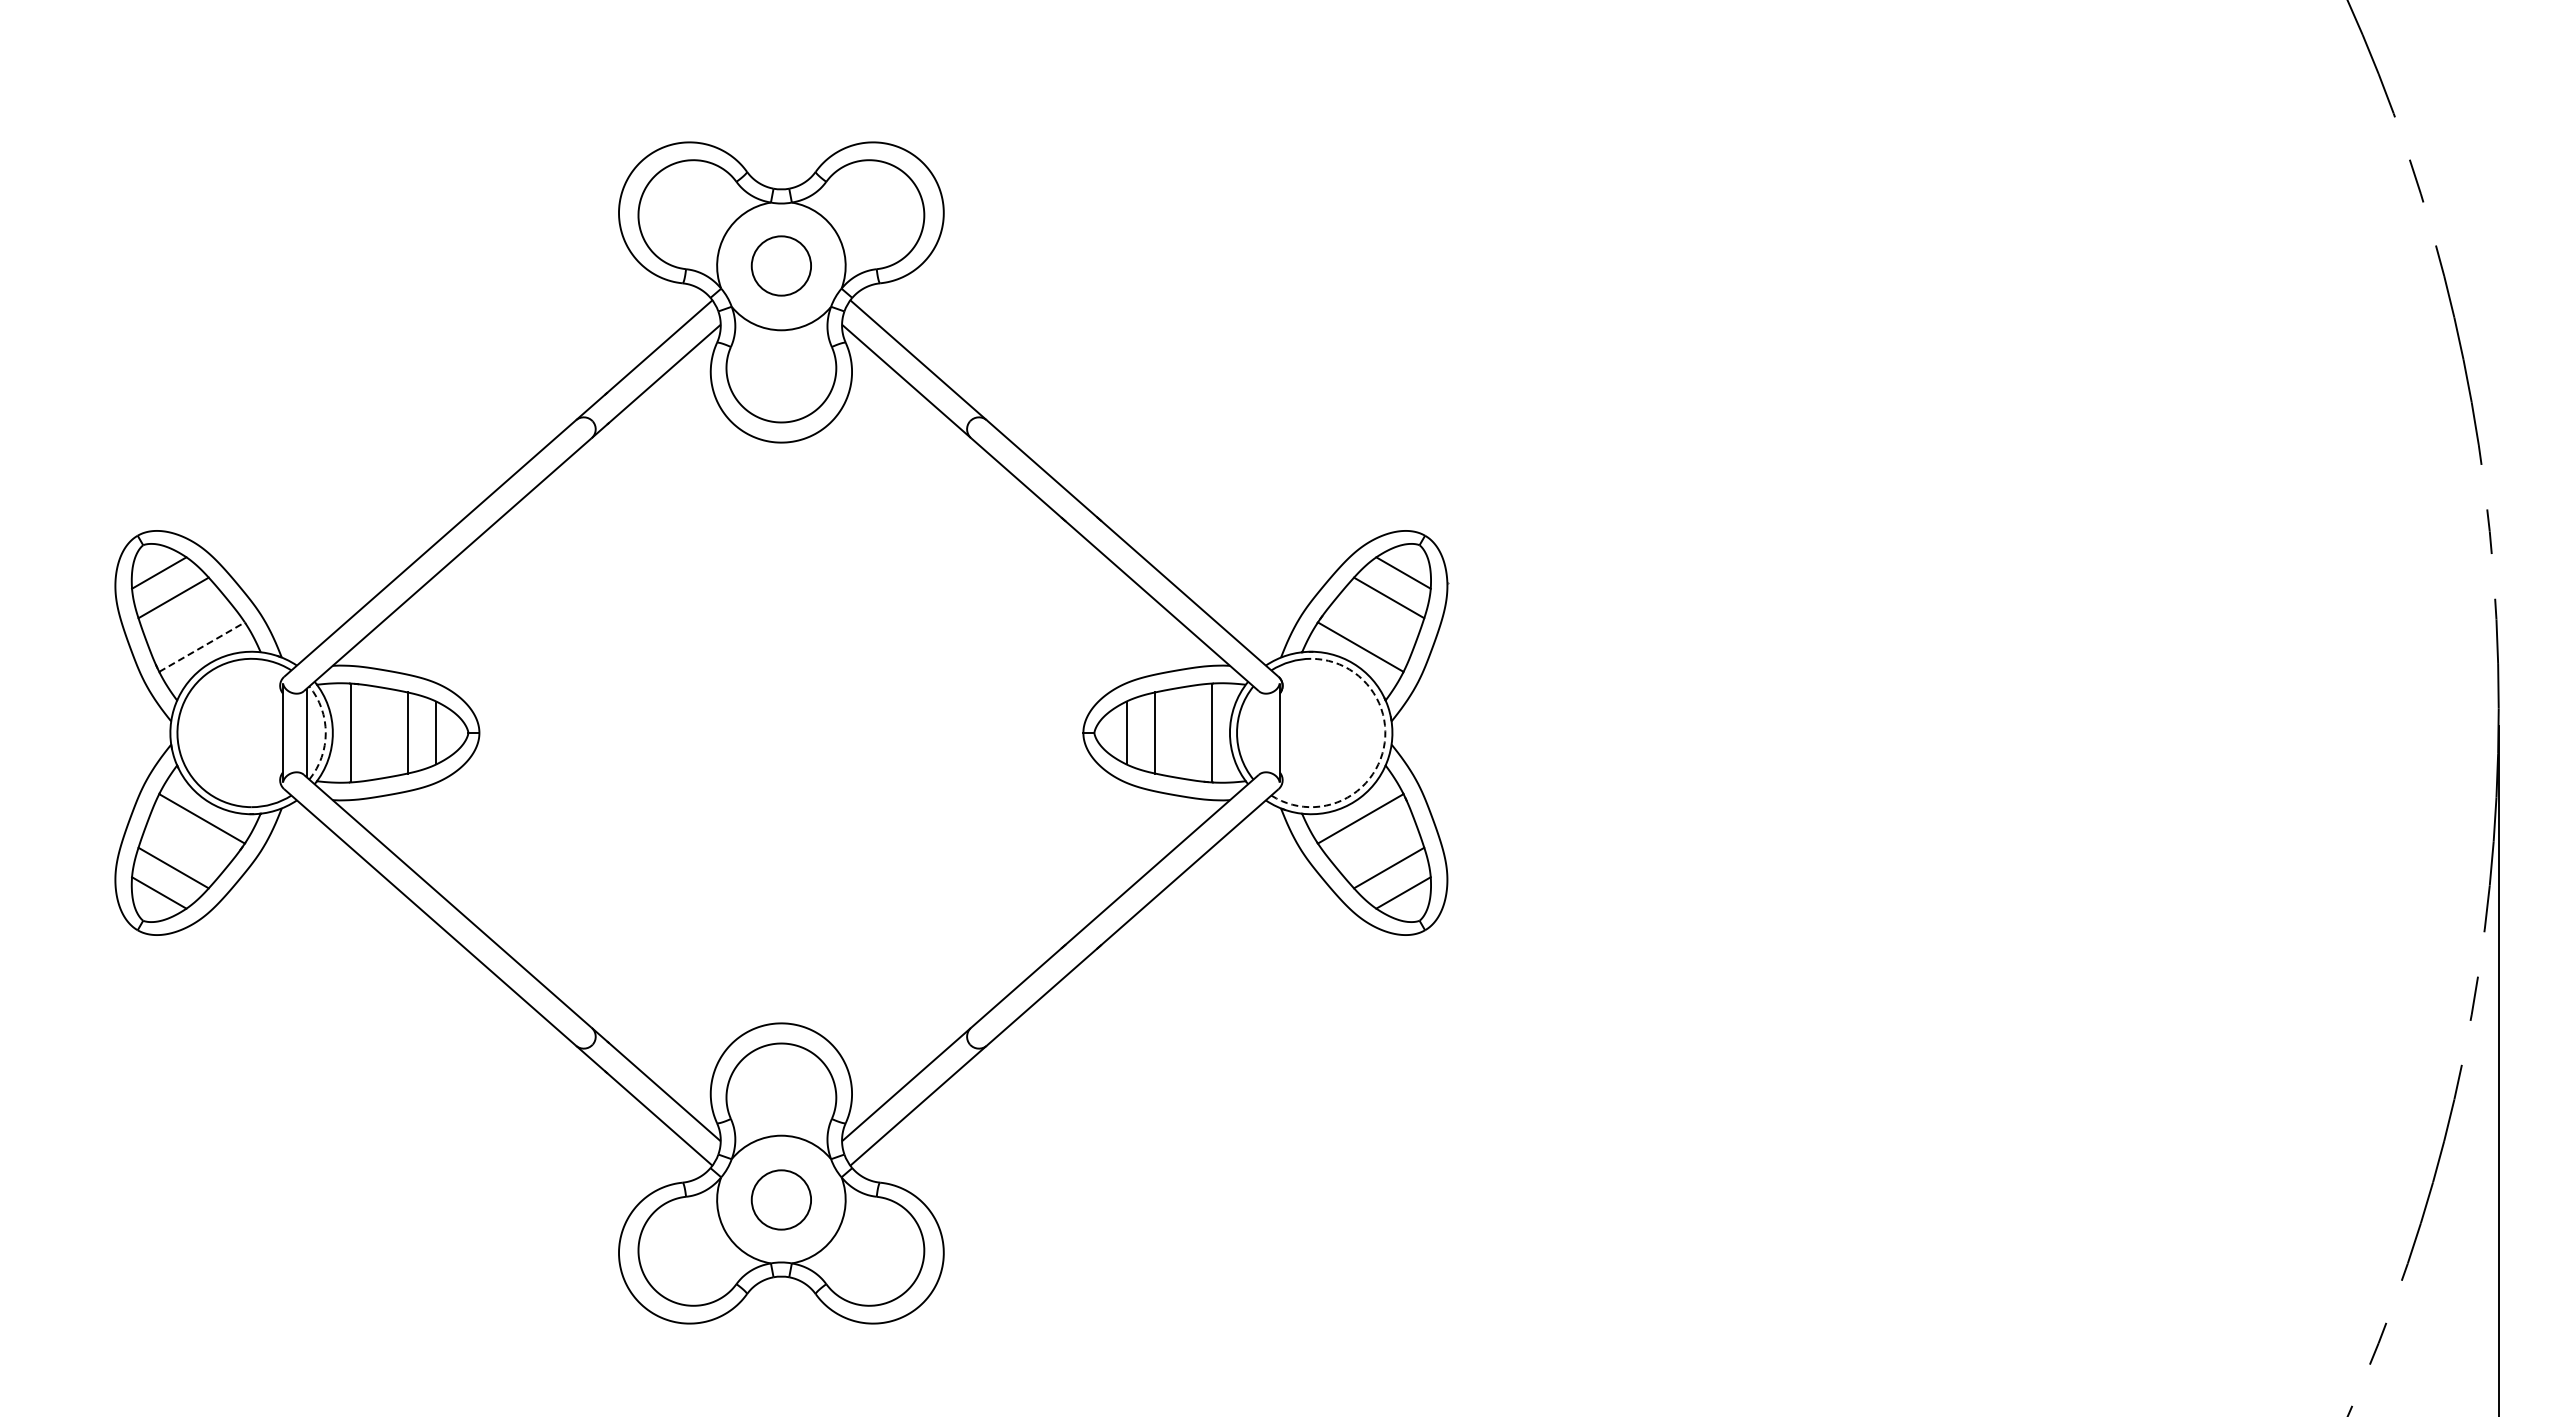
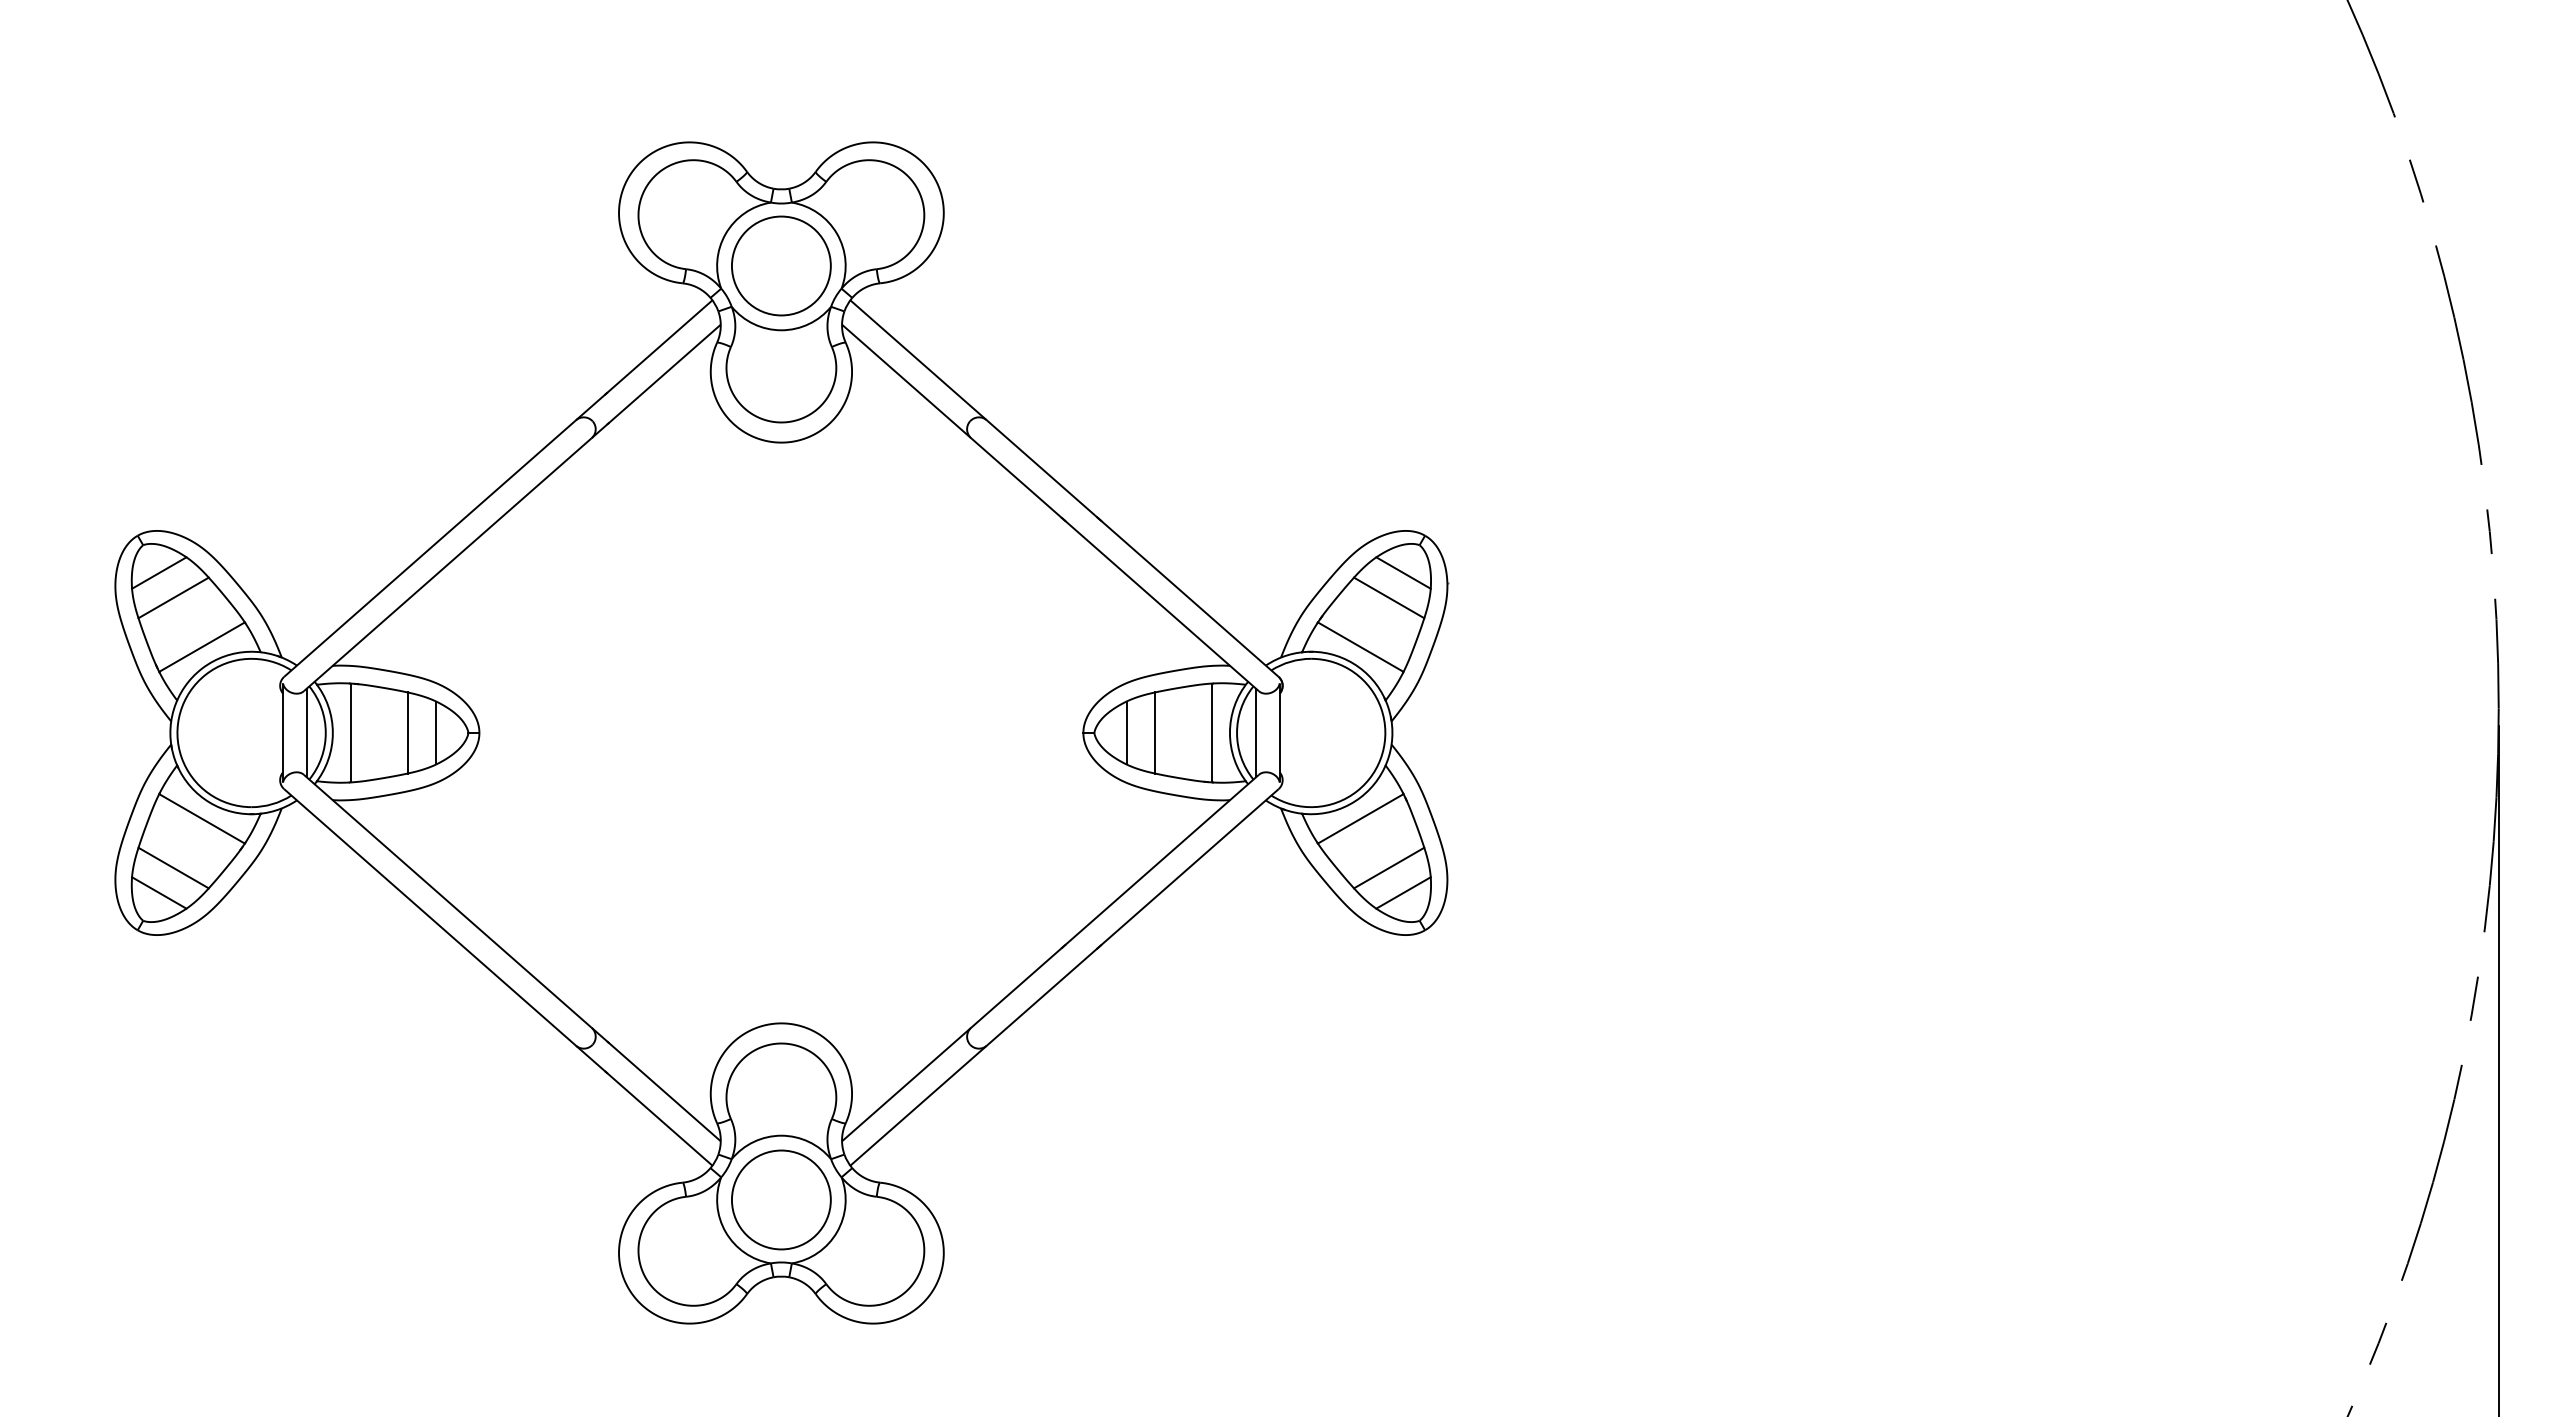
circle at (780, 265) size: 62x62 px -> 101x102 px
line at (202, 646): dashed -> solid
line at (1256, 732): none -> present
arc at (325, 733): dashed -> solid
arc at (1382, 753): dashed -> solid
circle at (780, 1199) size: 62x62 px -> 101x102 px
